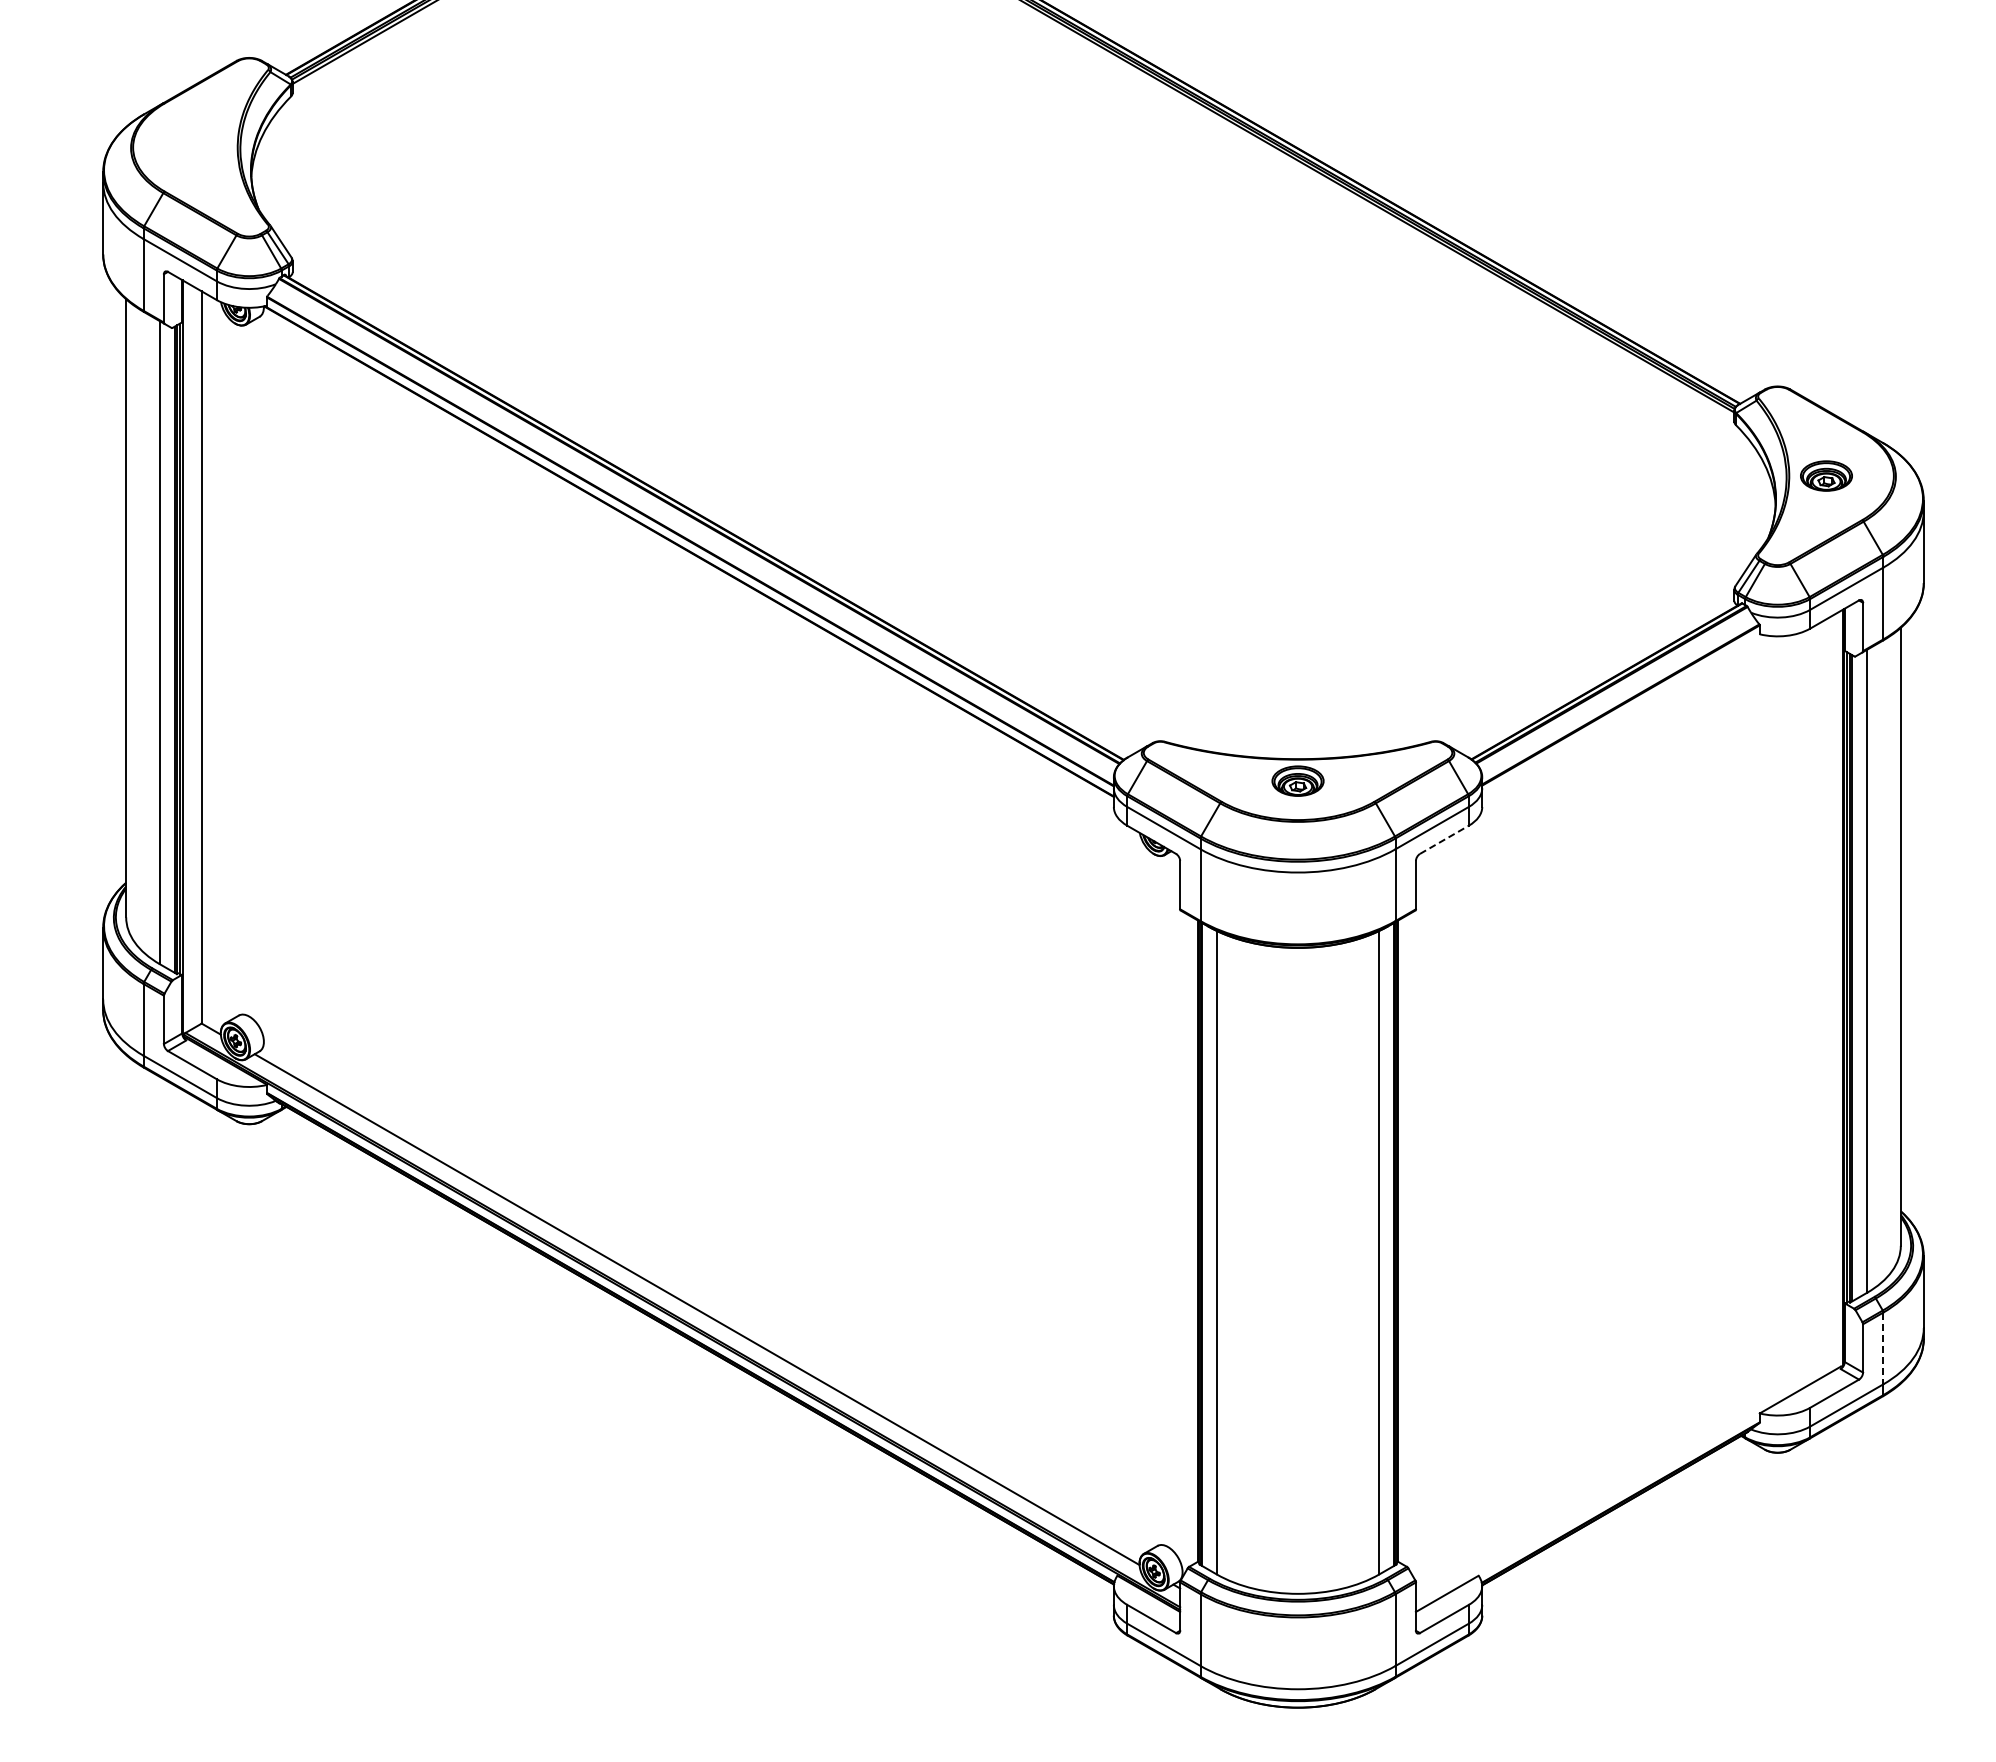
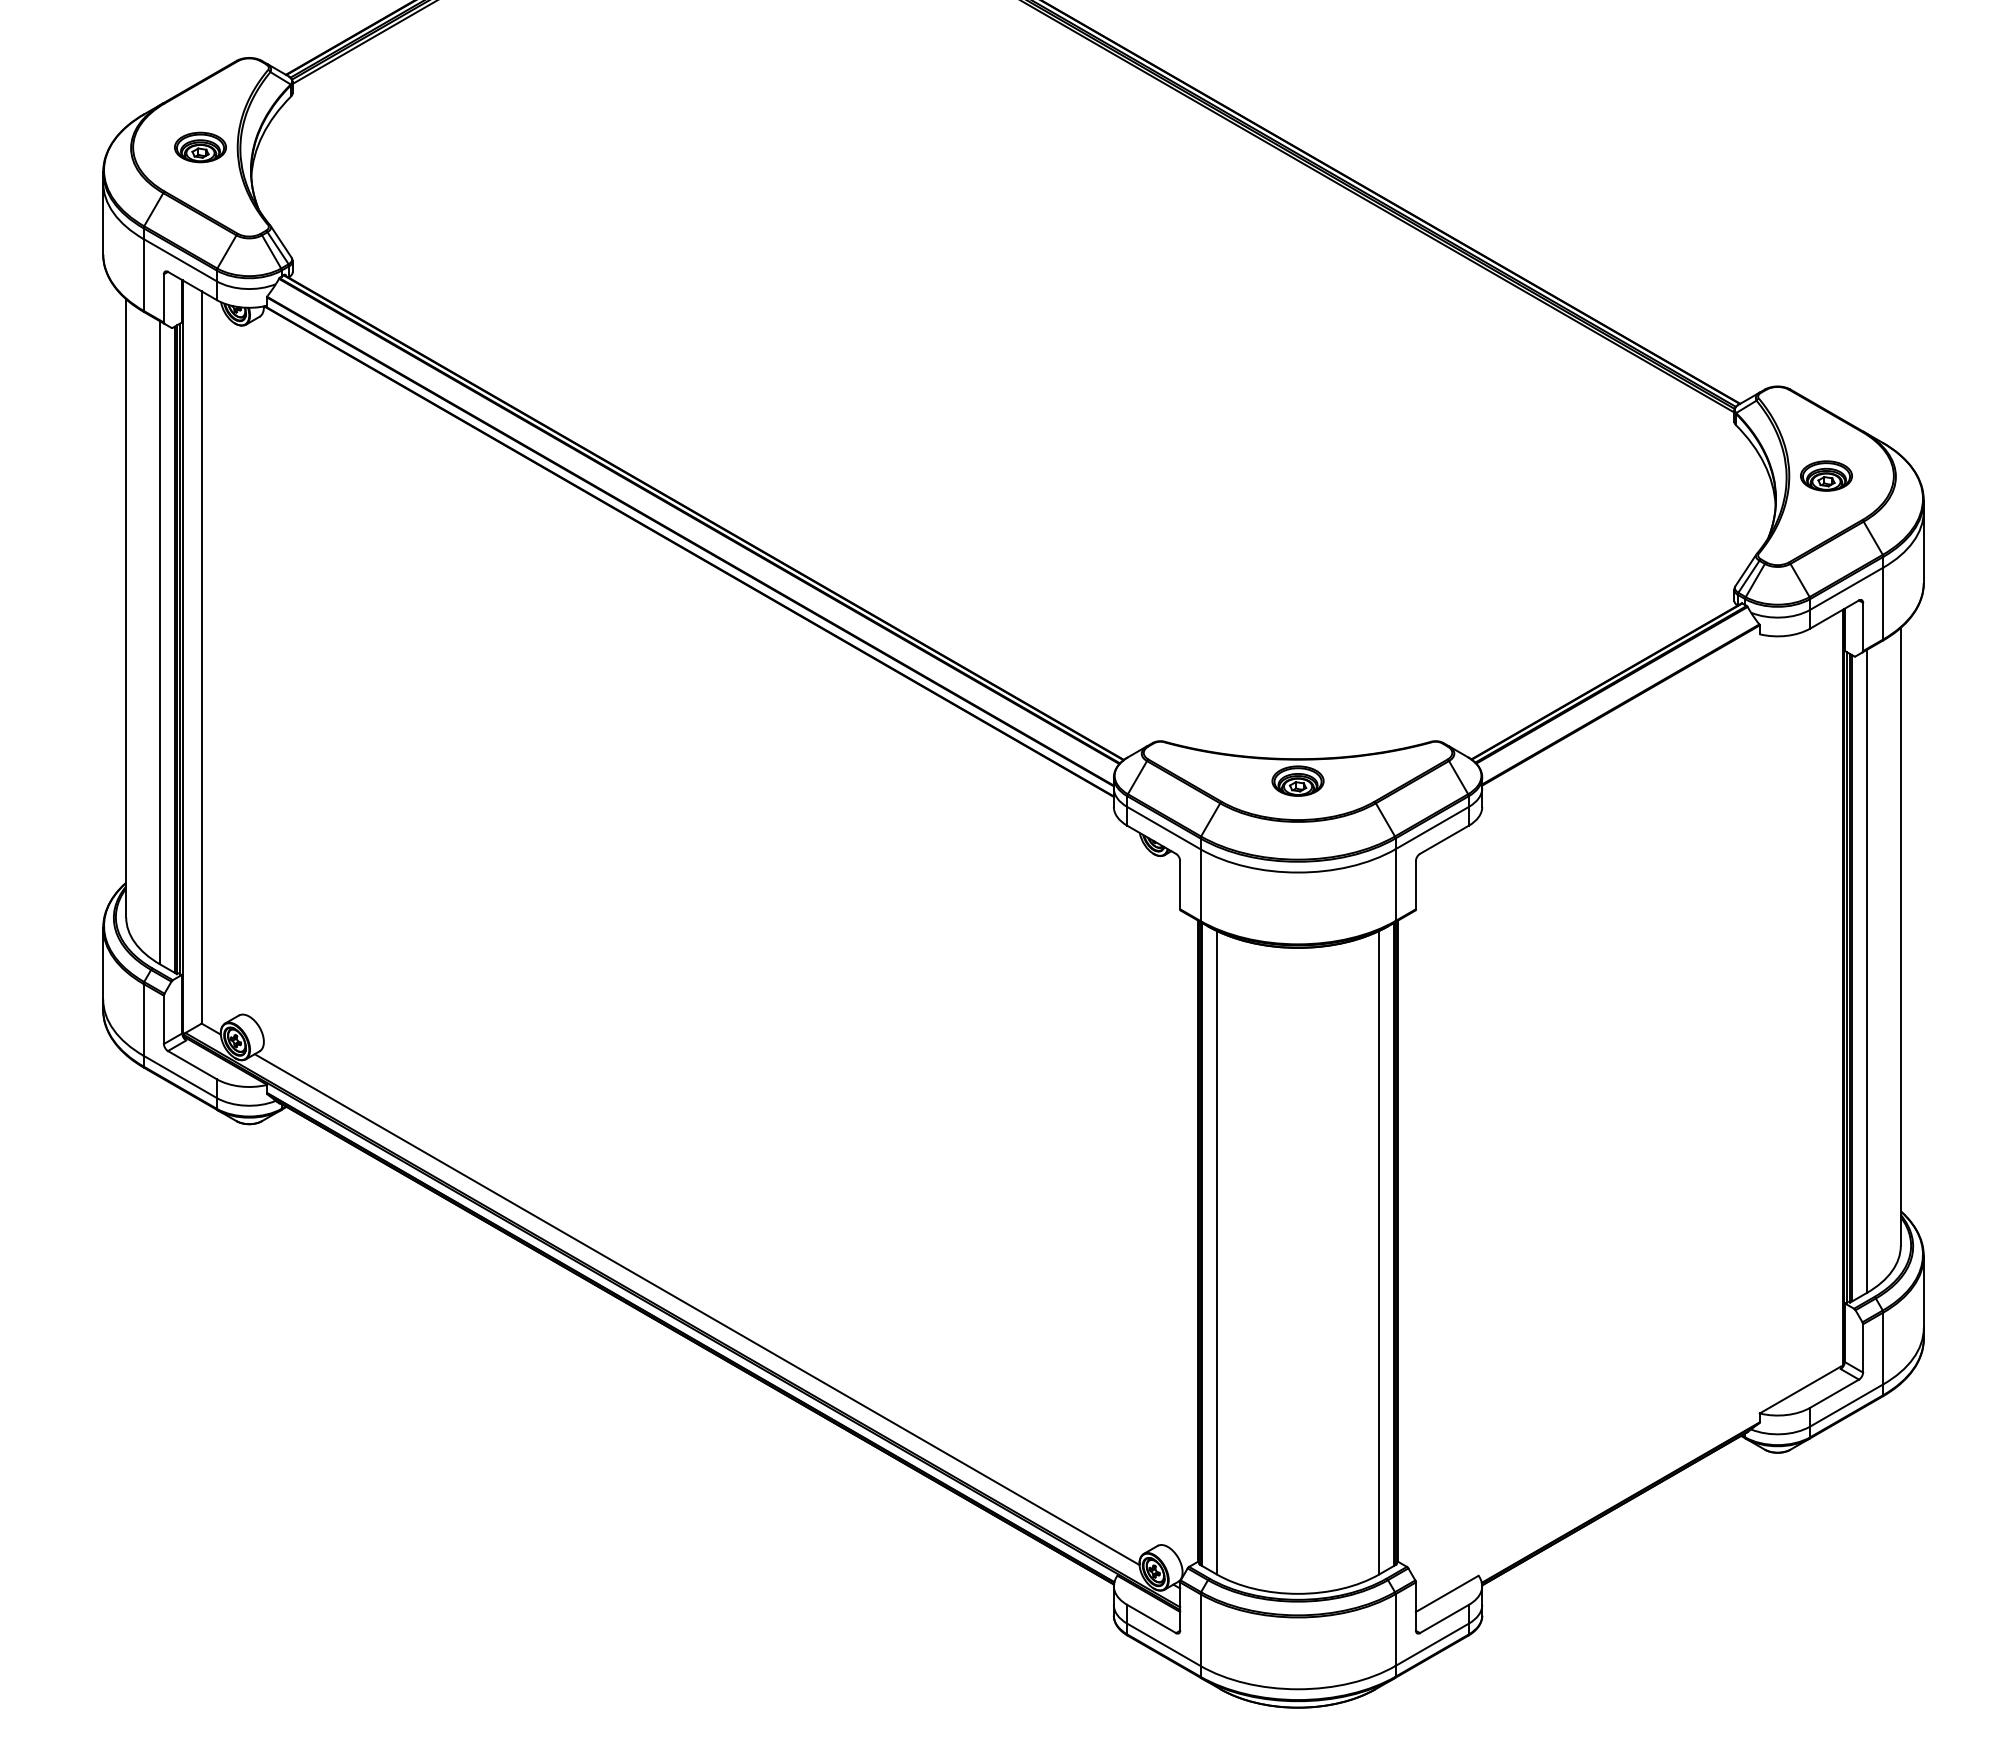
part at (200, 147): none -> present
line at (1444, 839): dashed -> solid
line at (1883, 1348): dashed -> solid
